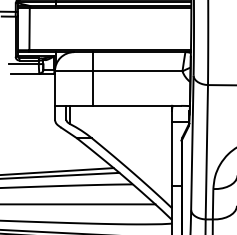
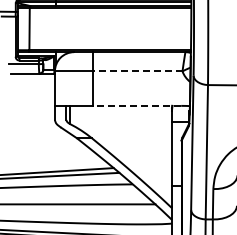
line at (137, 71): solid -> dashed
line at (137, 105): solid -> dashed
